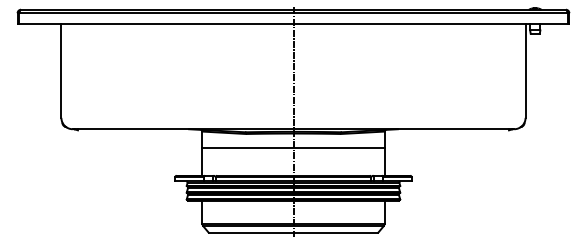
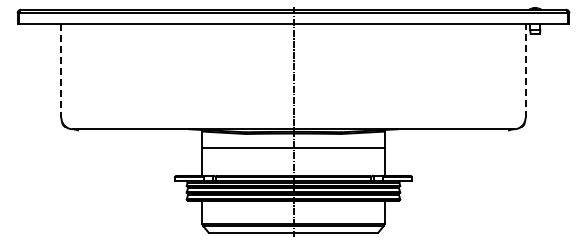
line at (525, 70): solid -> dashed
line at (61, 71): solid -> dashed
